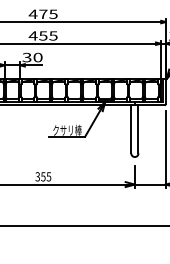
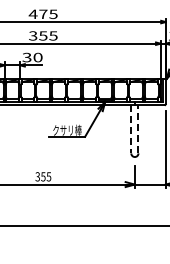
text at (32, 35): 455 -> 355
line at (138, 128): solid -> dashed
line at (131, 129): solid -> dashed
